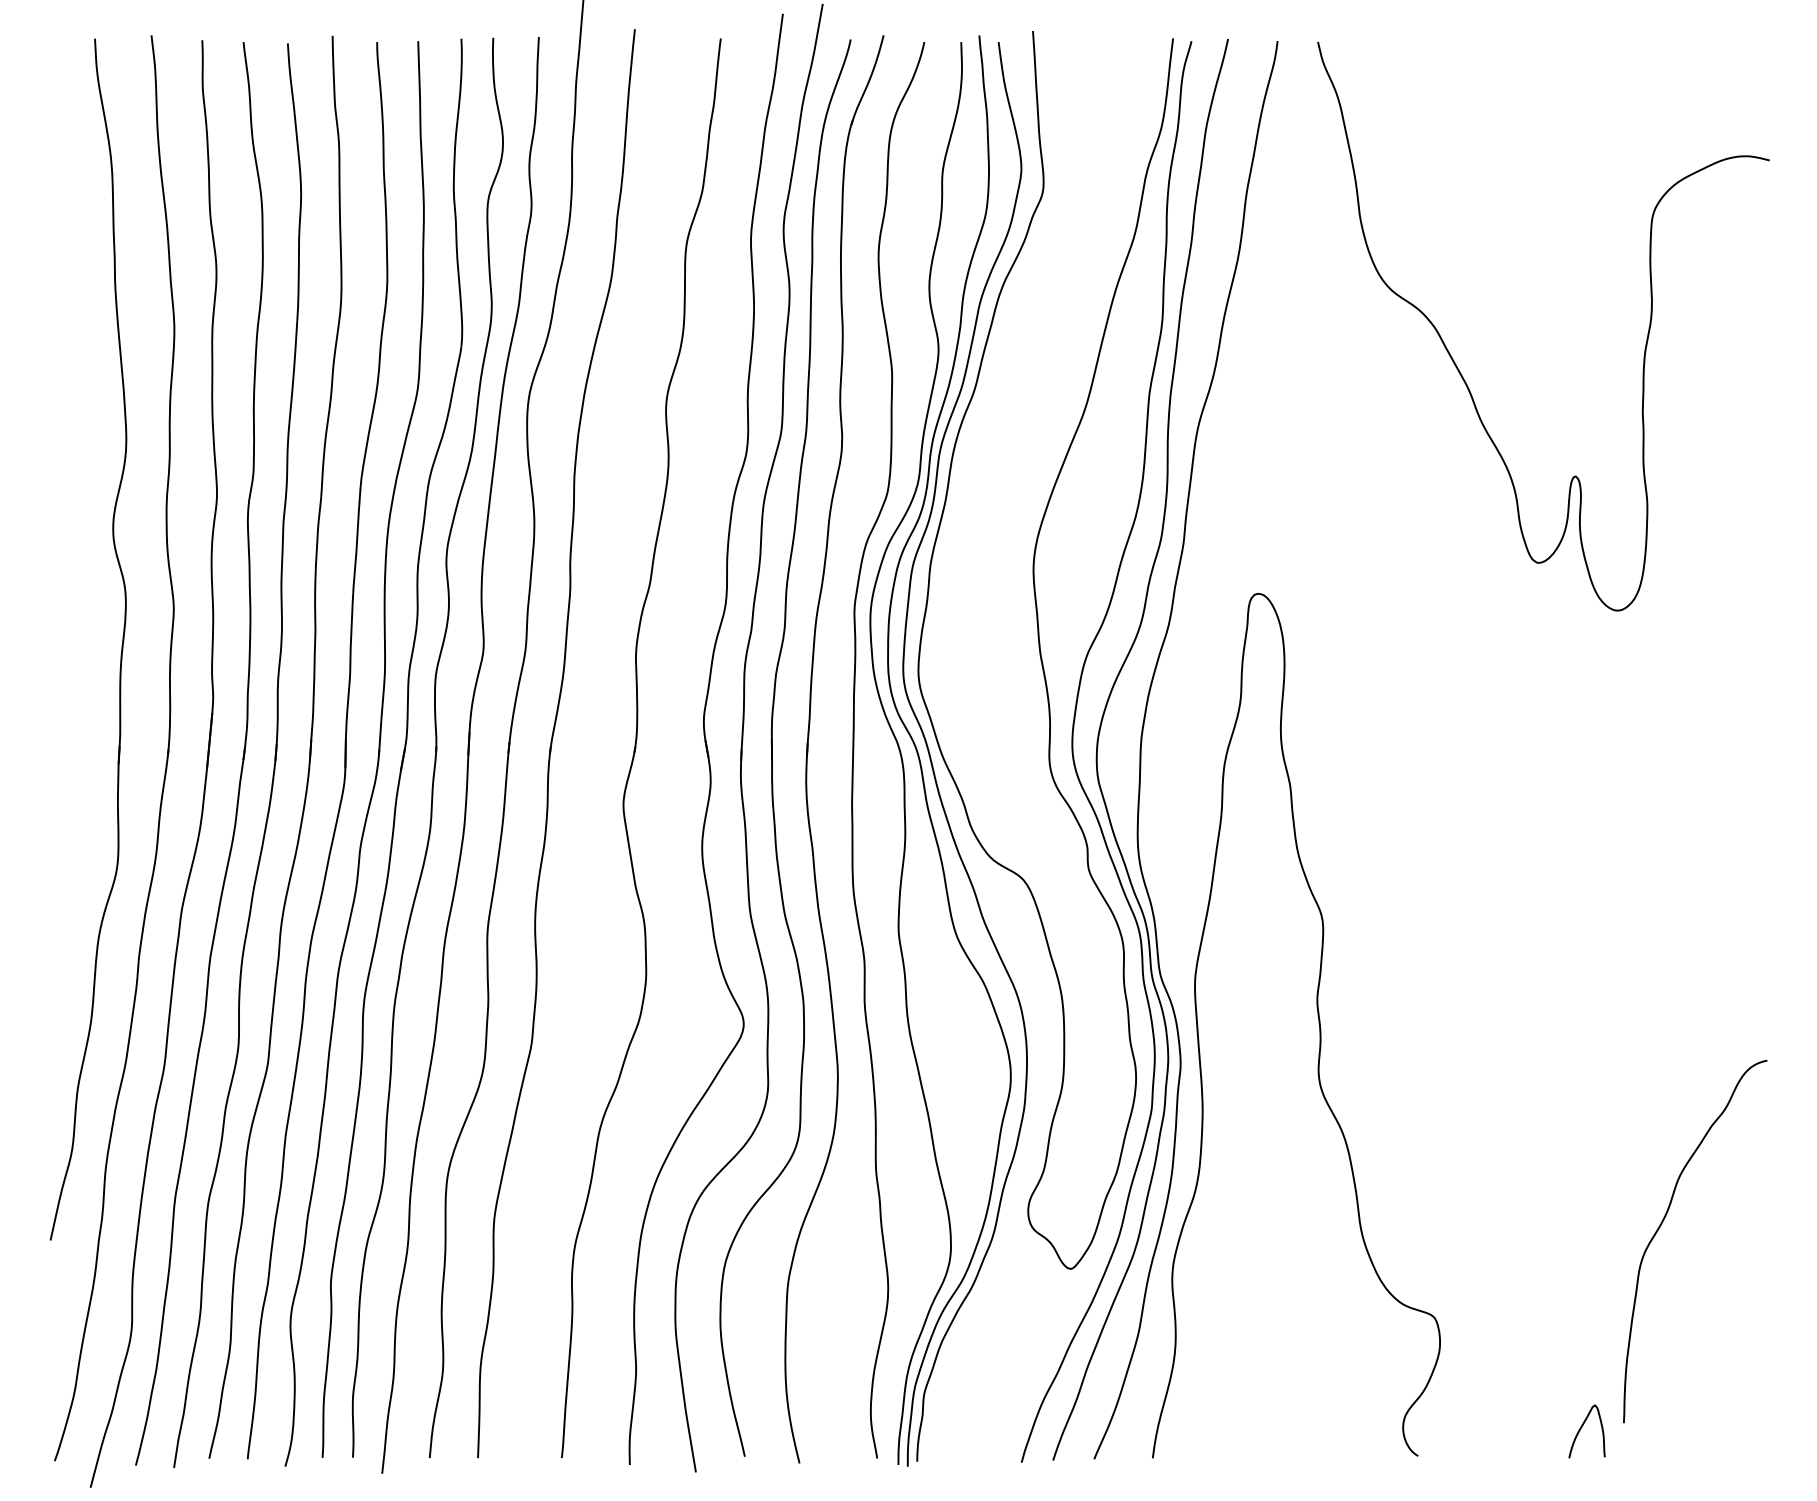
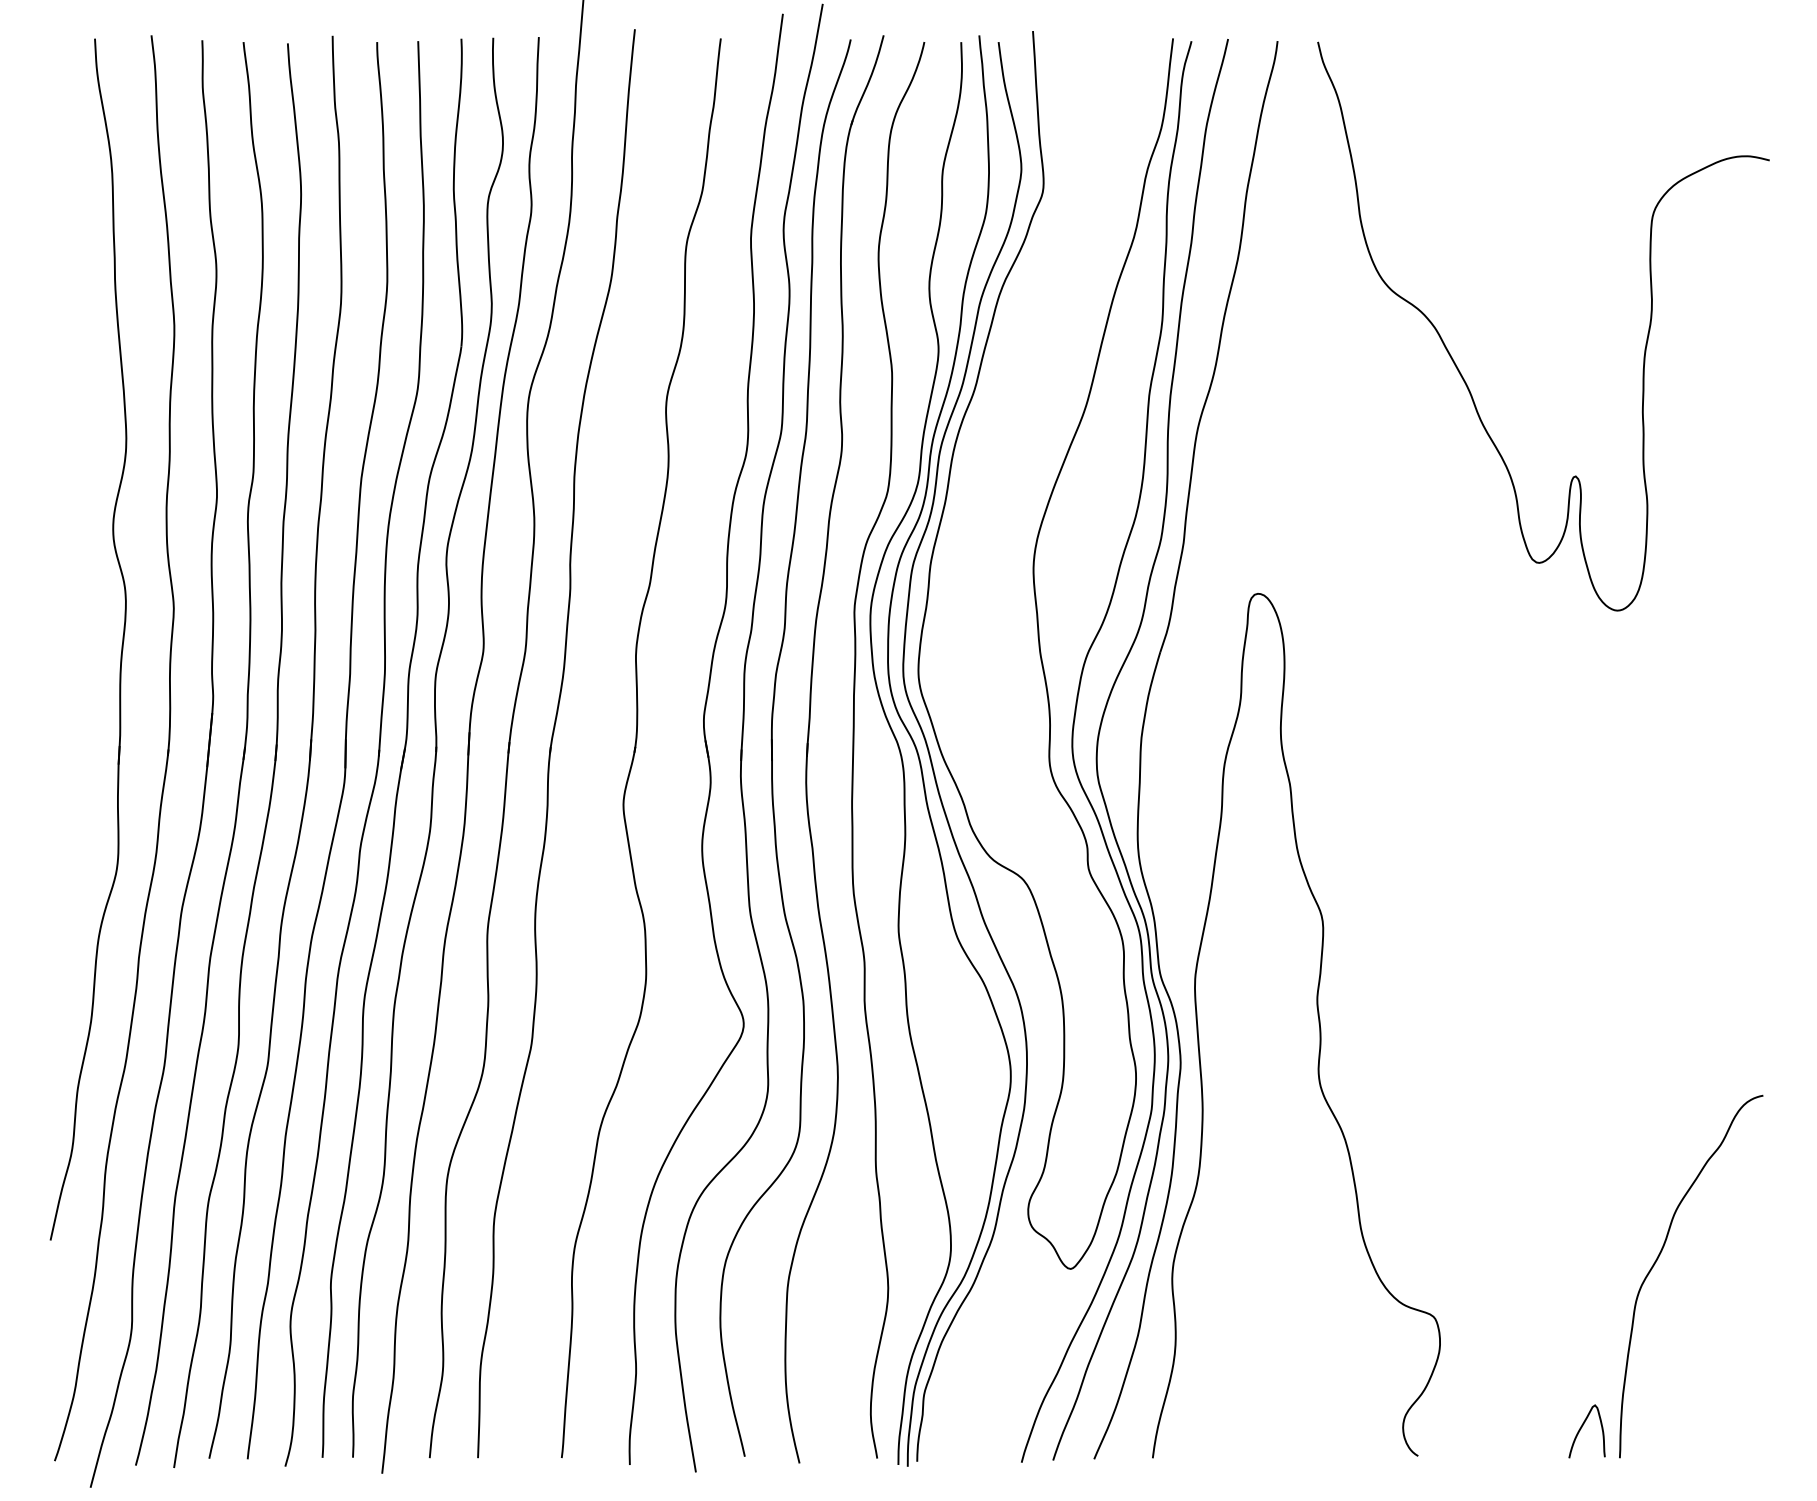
curve at (1664, 1220) position: (1664, 1220) -> (1660, 1255)
